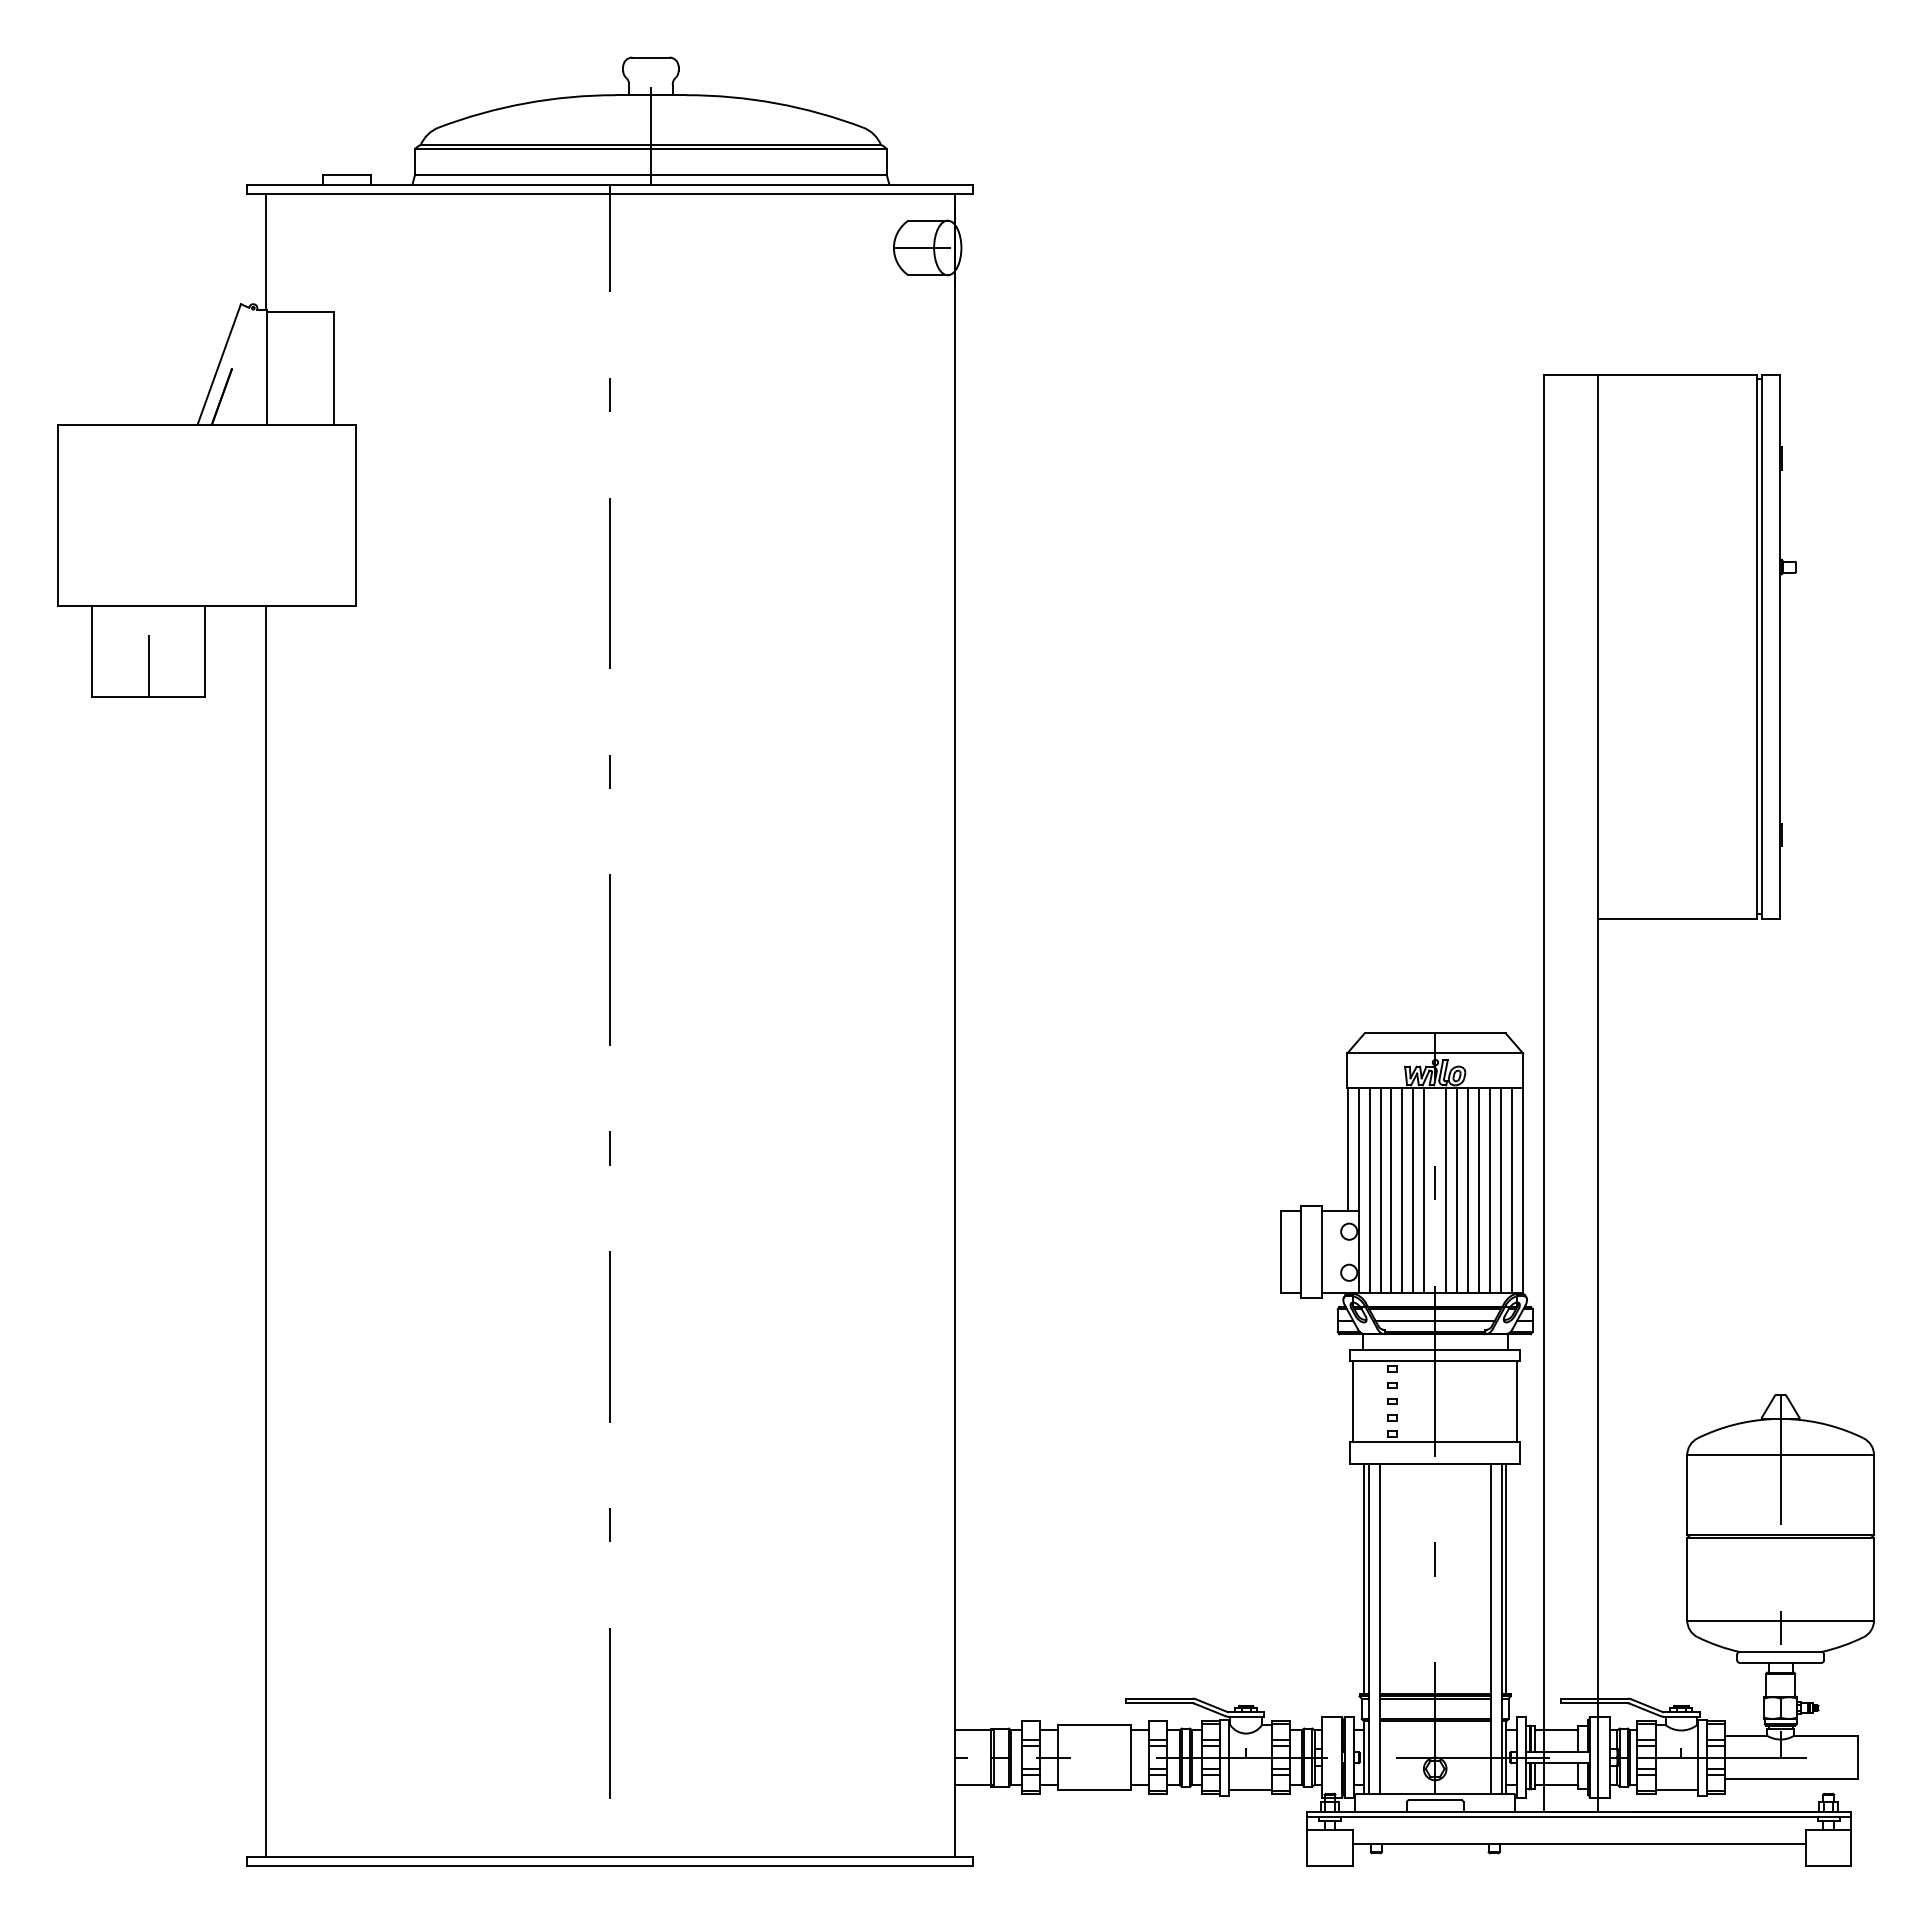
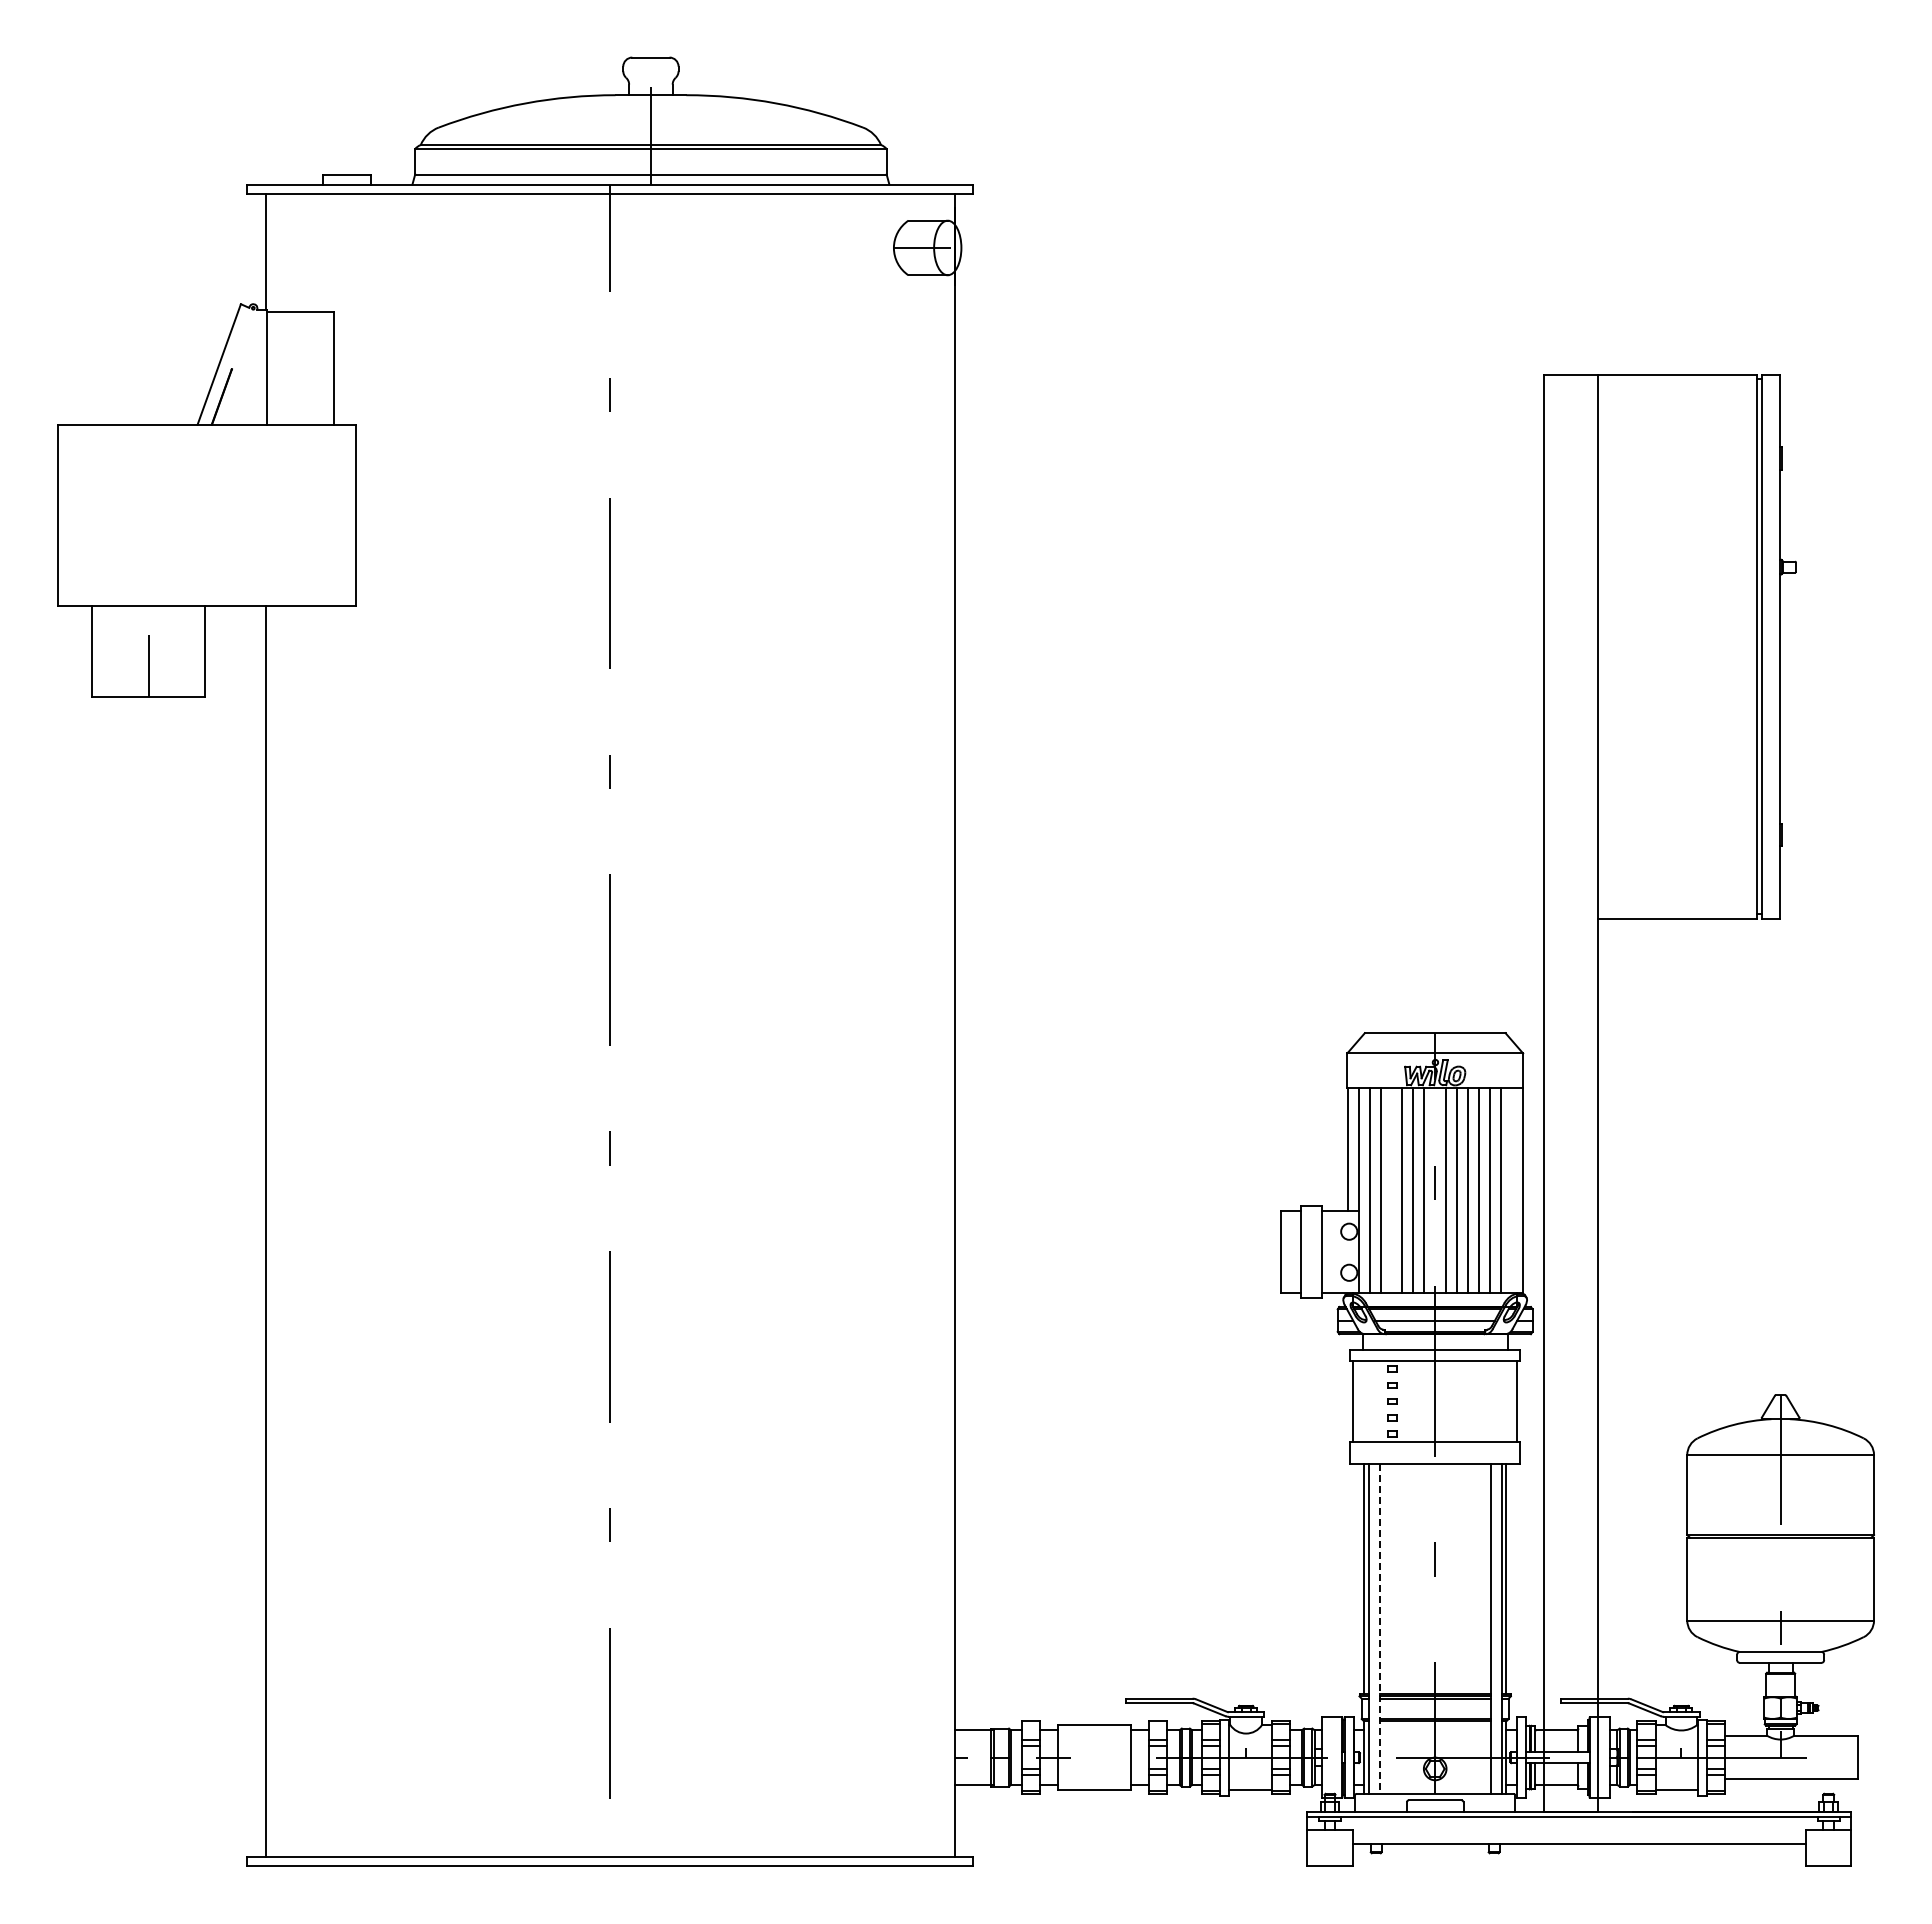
line at (1391, 1190): present -> none
line at (1511, 1190): present -> none
line at (1379, 1629): solid -> dashed
